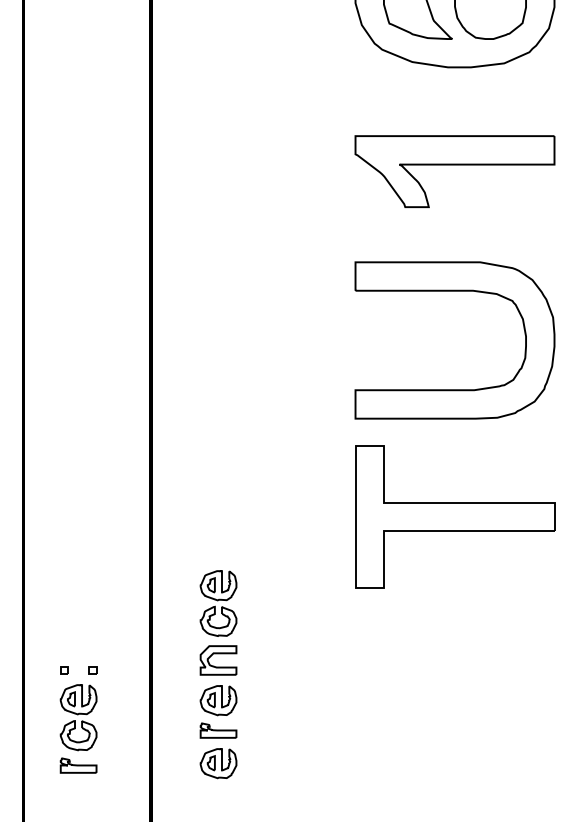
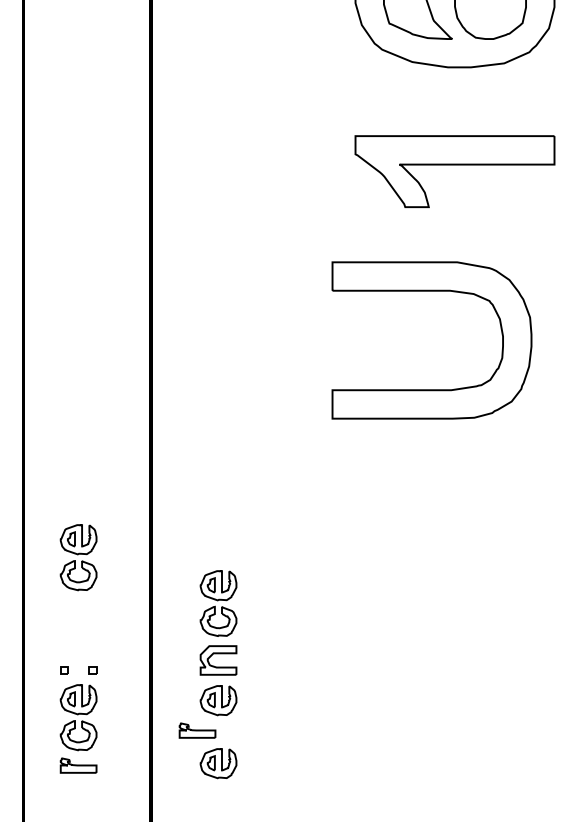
part at (454, 291) position: (454, 291) -> (431, 291)
part at (455, 516): present -> none
part at (78, 557): none -> present
part at (218, 730) position: (218, 730) -> (197, 730)
